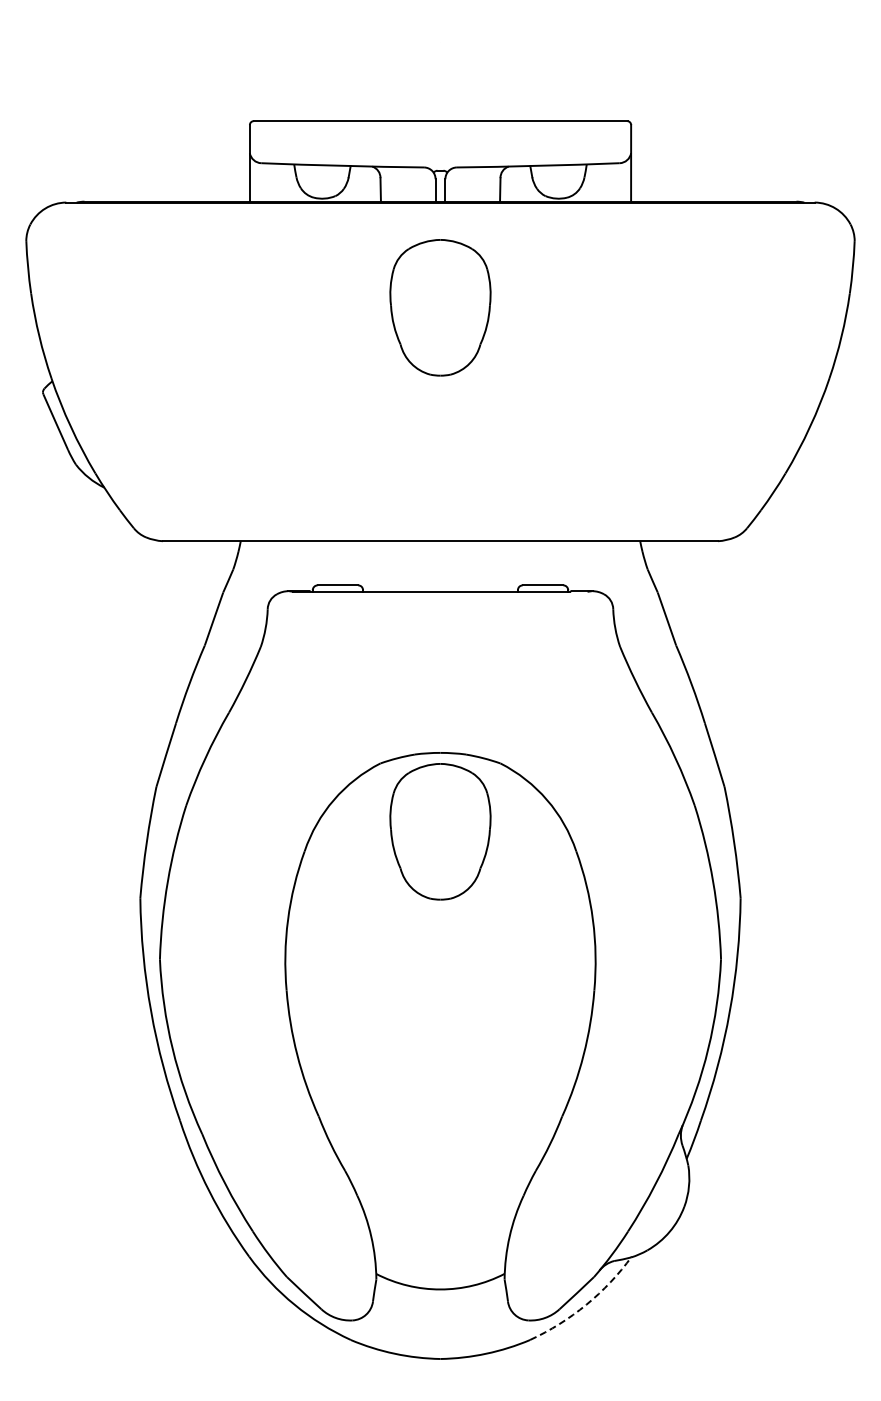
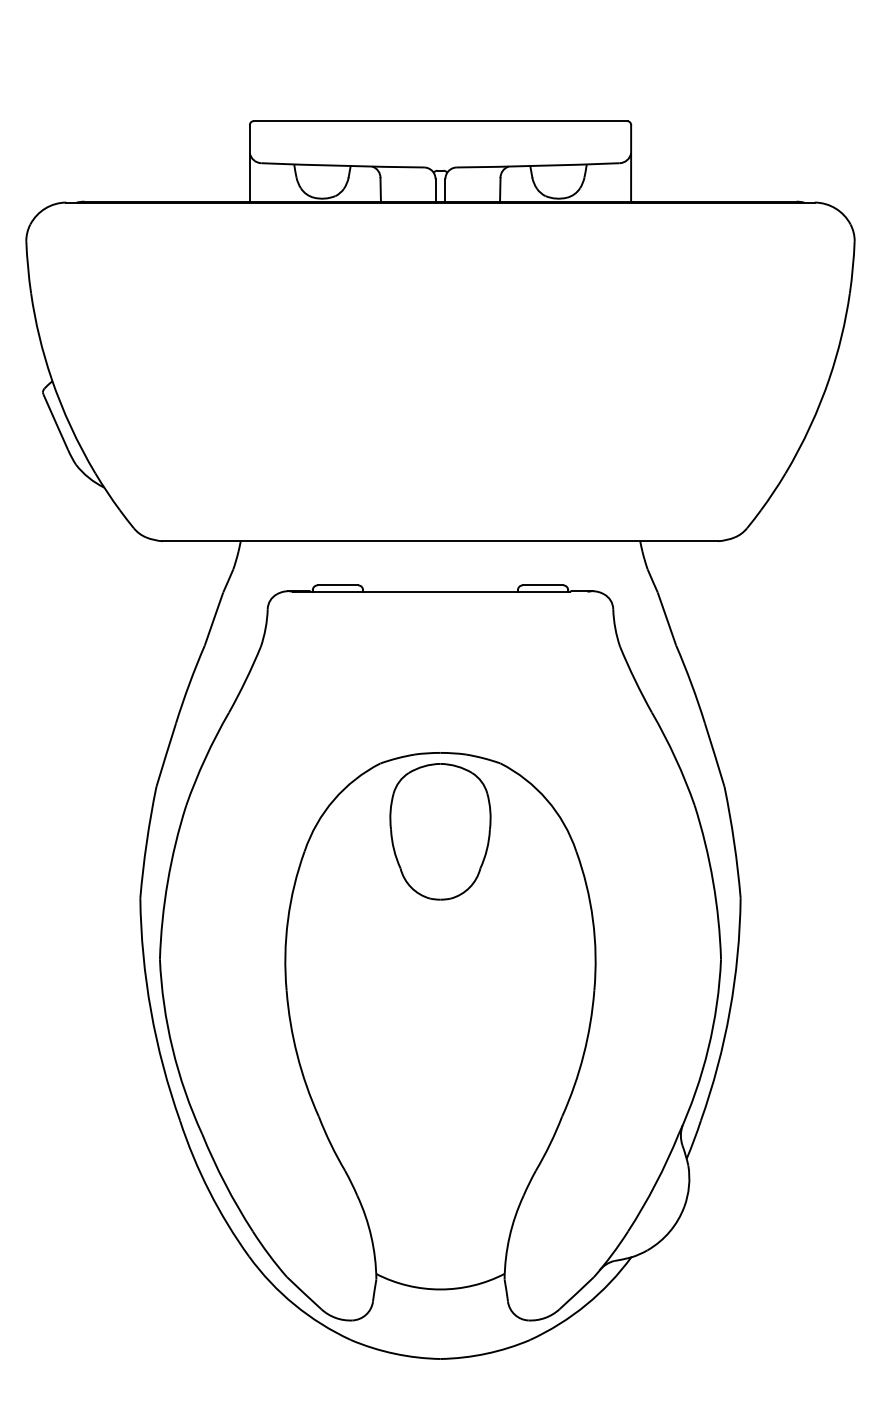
part at (440, 307): present -> none
arc at (586, 1304): dashed -> solid
